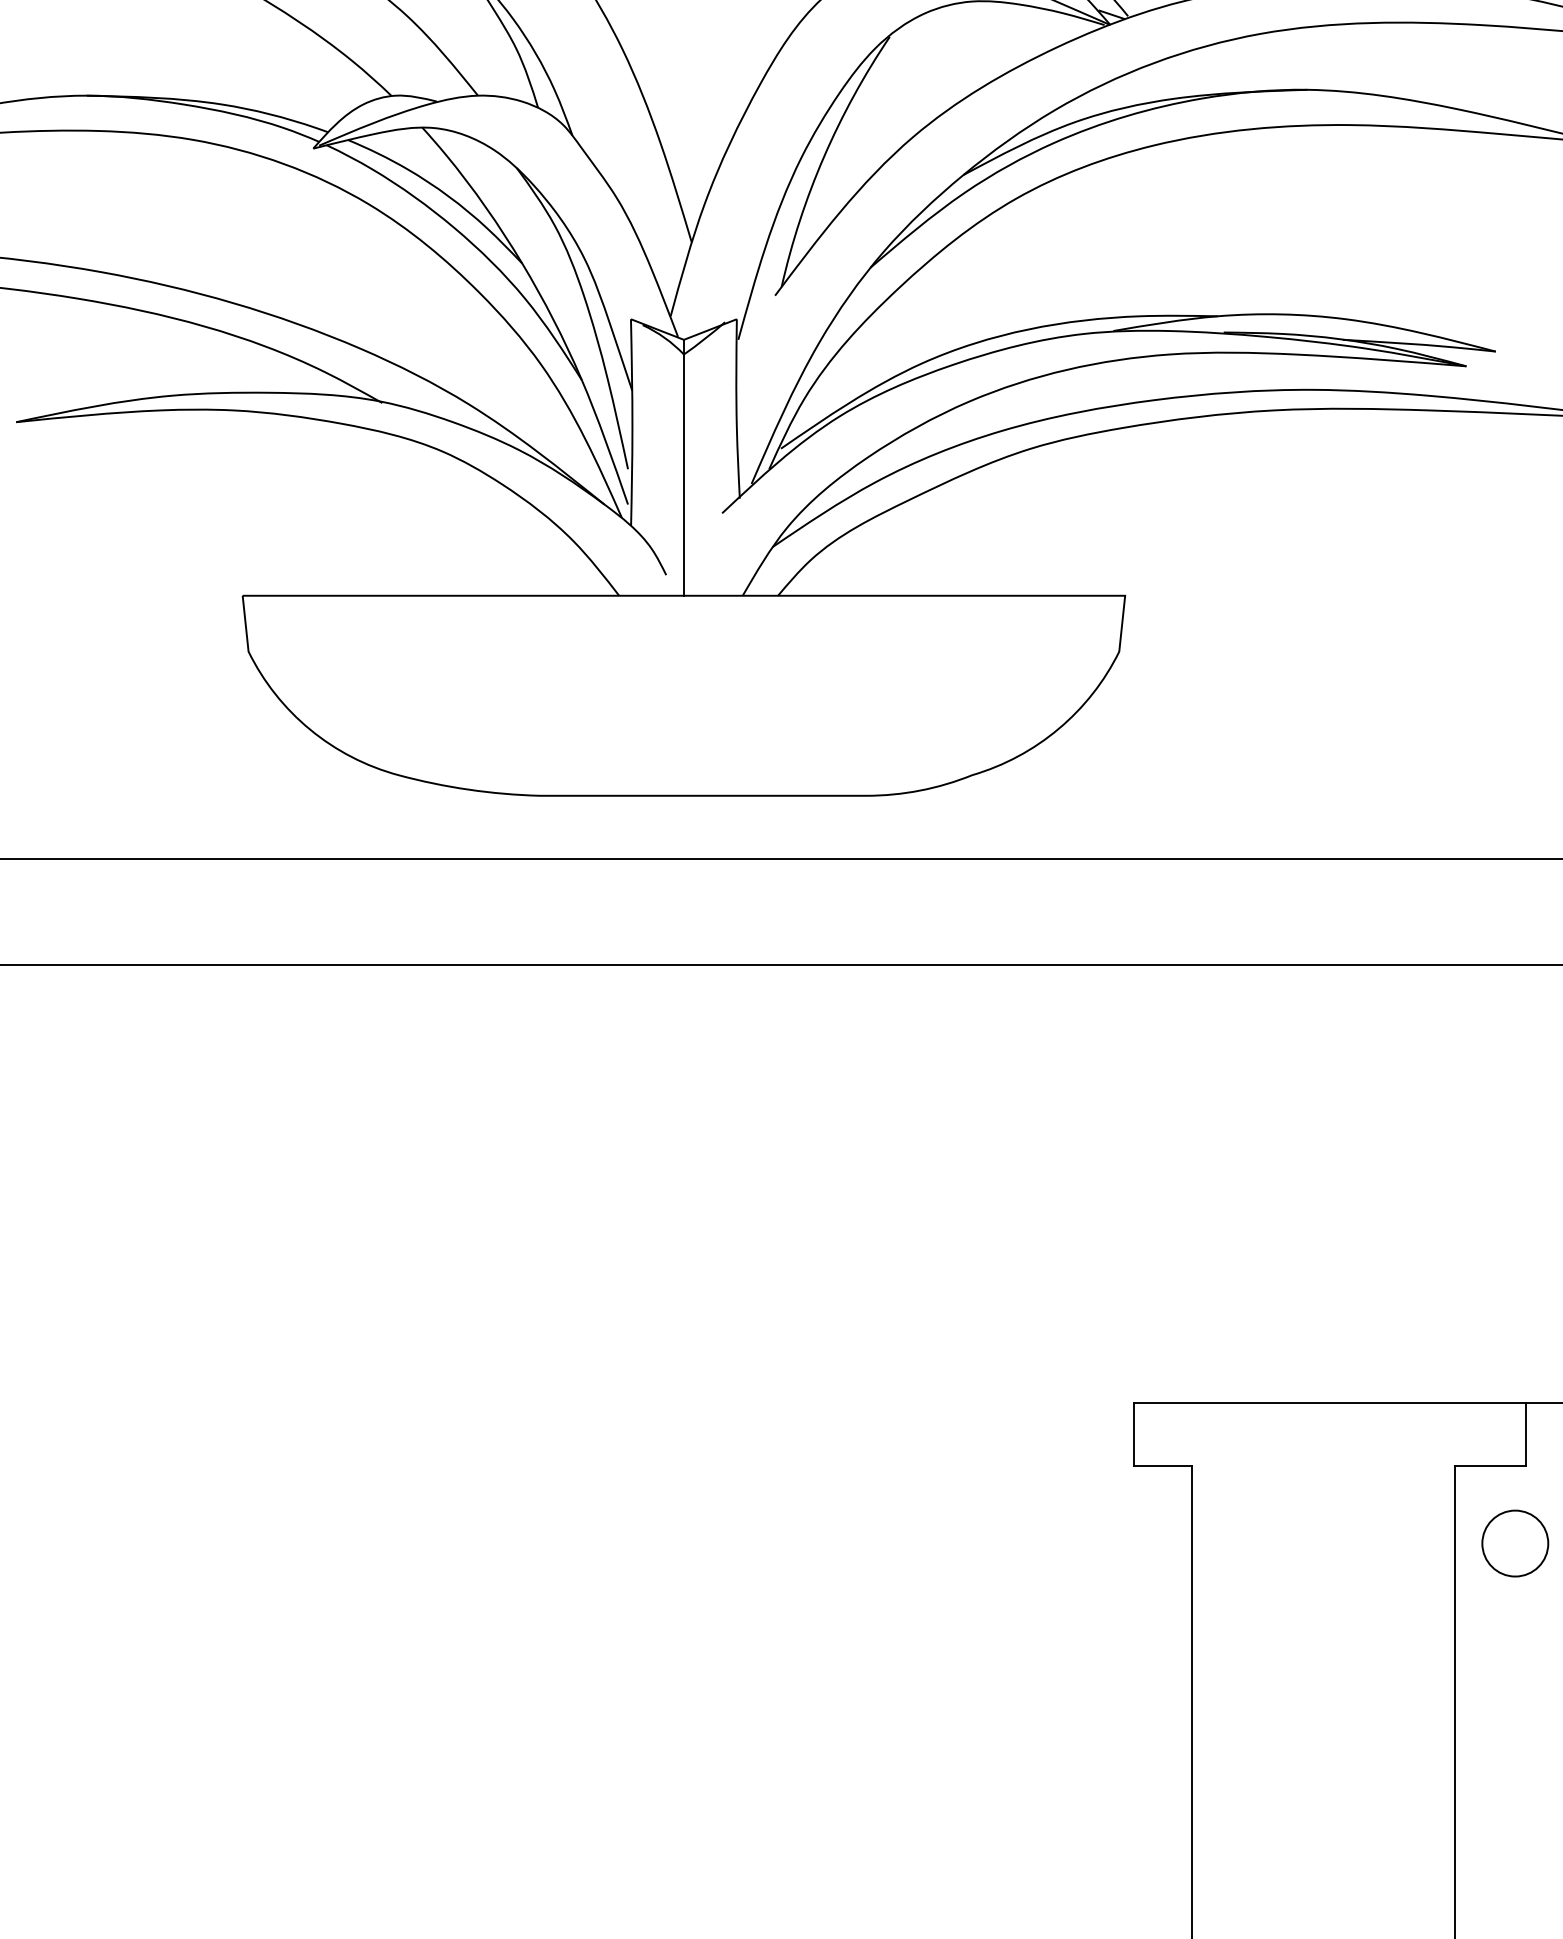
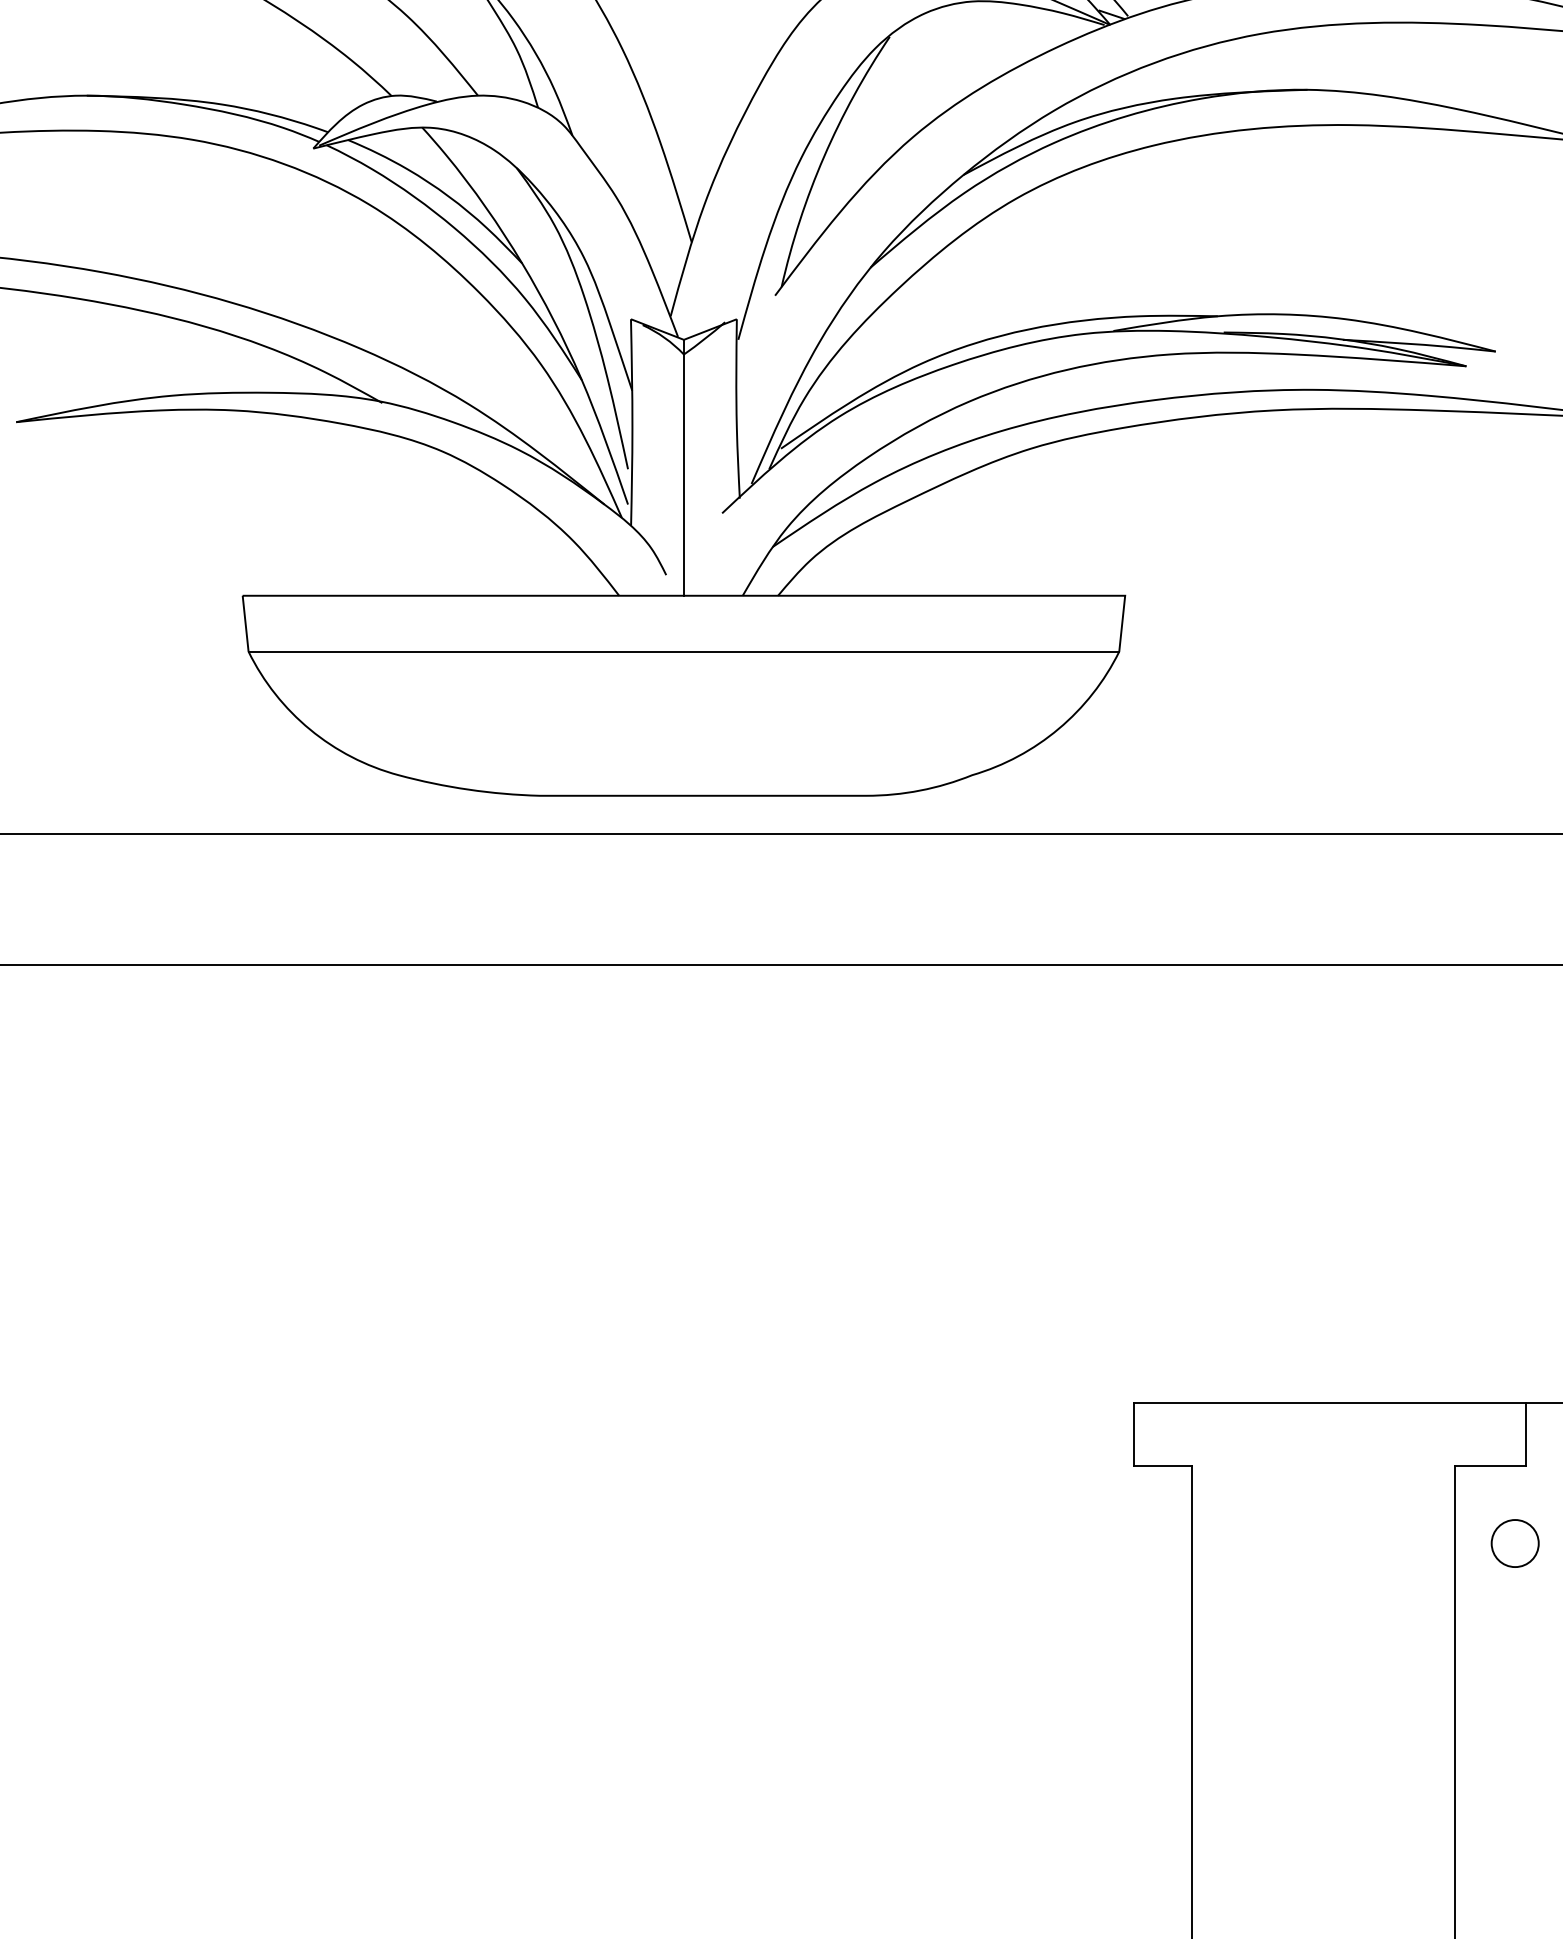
line at (683, 651): none -> present
line at (780, 858) position: (780, 858) -> (780, 833)
circle at (1515, 1543) size: 69x69 px -> 50x49 px
